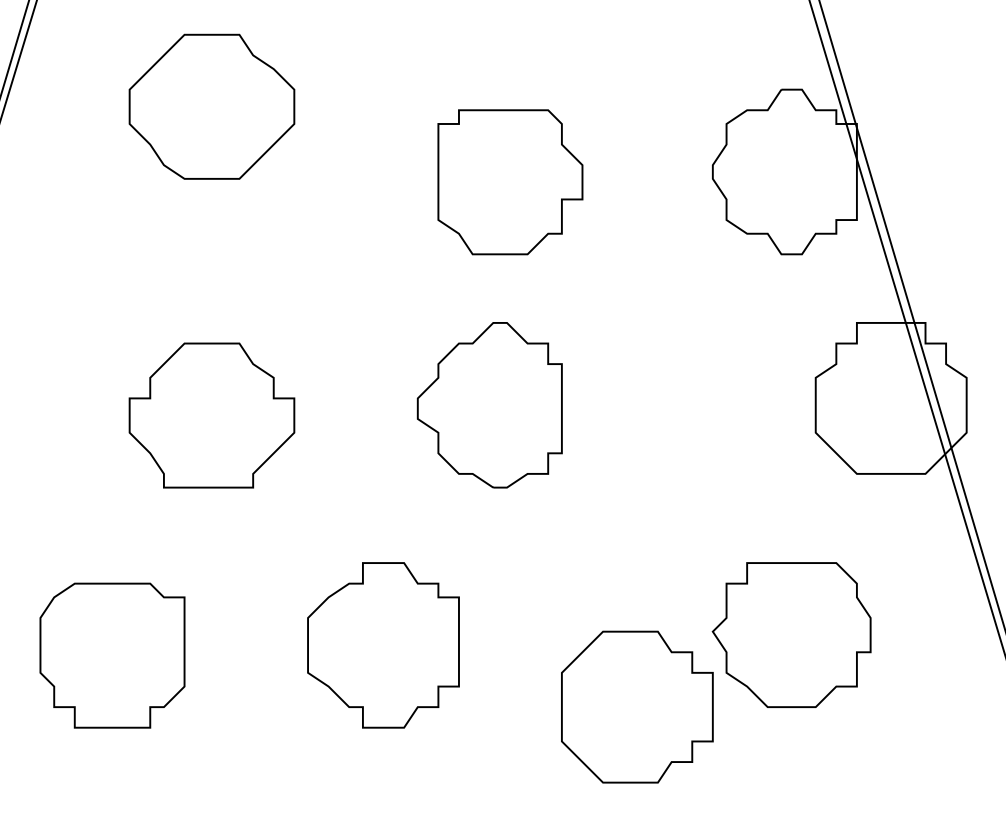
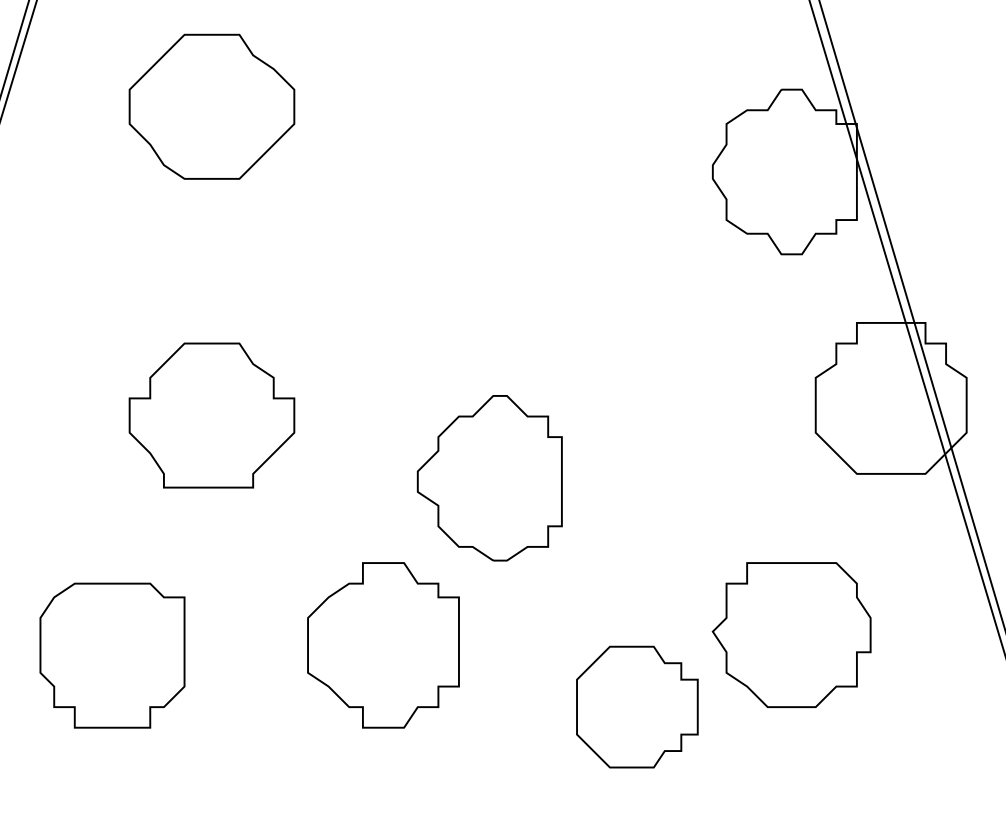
part at (510, 182): present -> none
part at (489, 405) position: (489, 405) -> (489, 478)
part at (637, 706) size: 153x154 px -> 123x124 px
